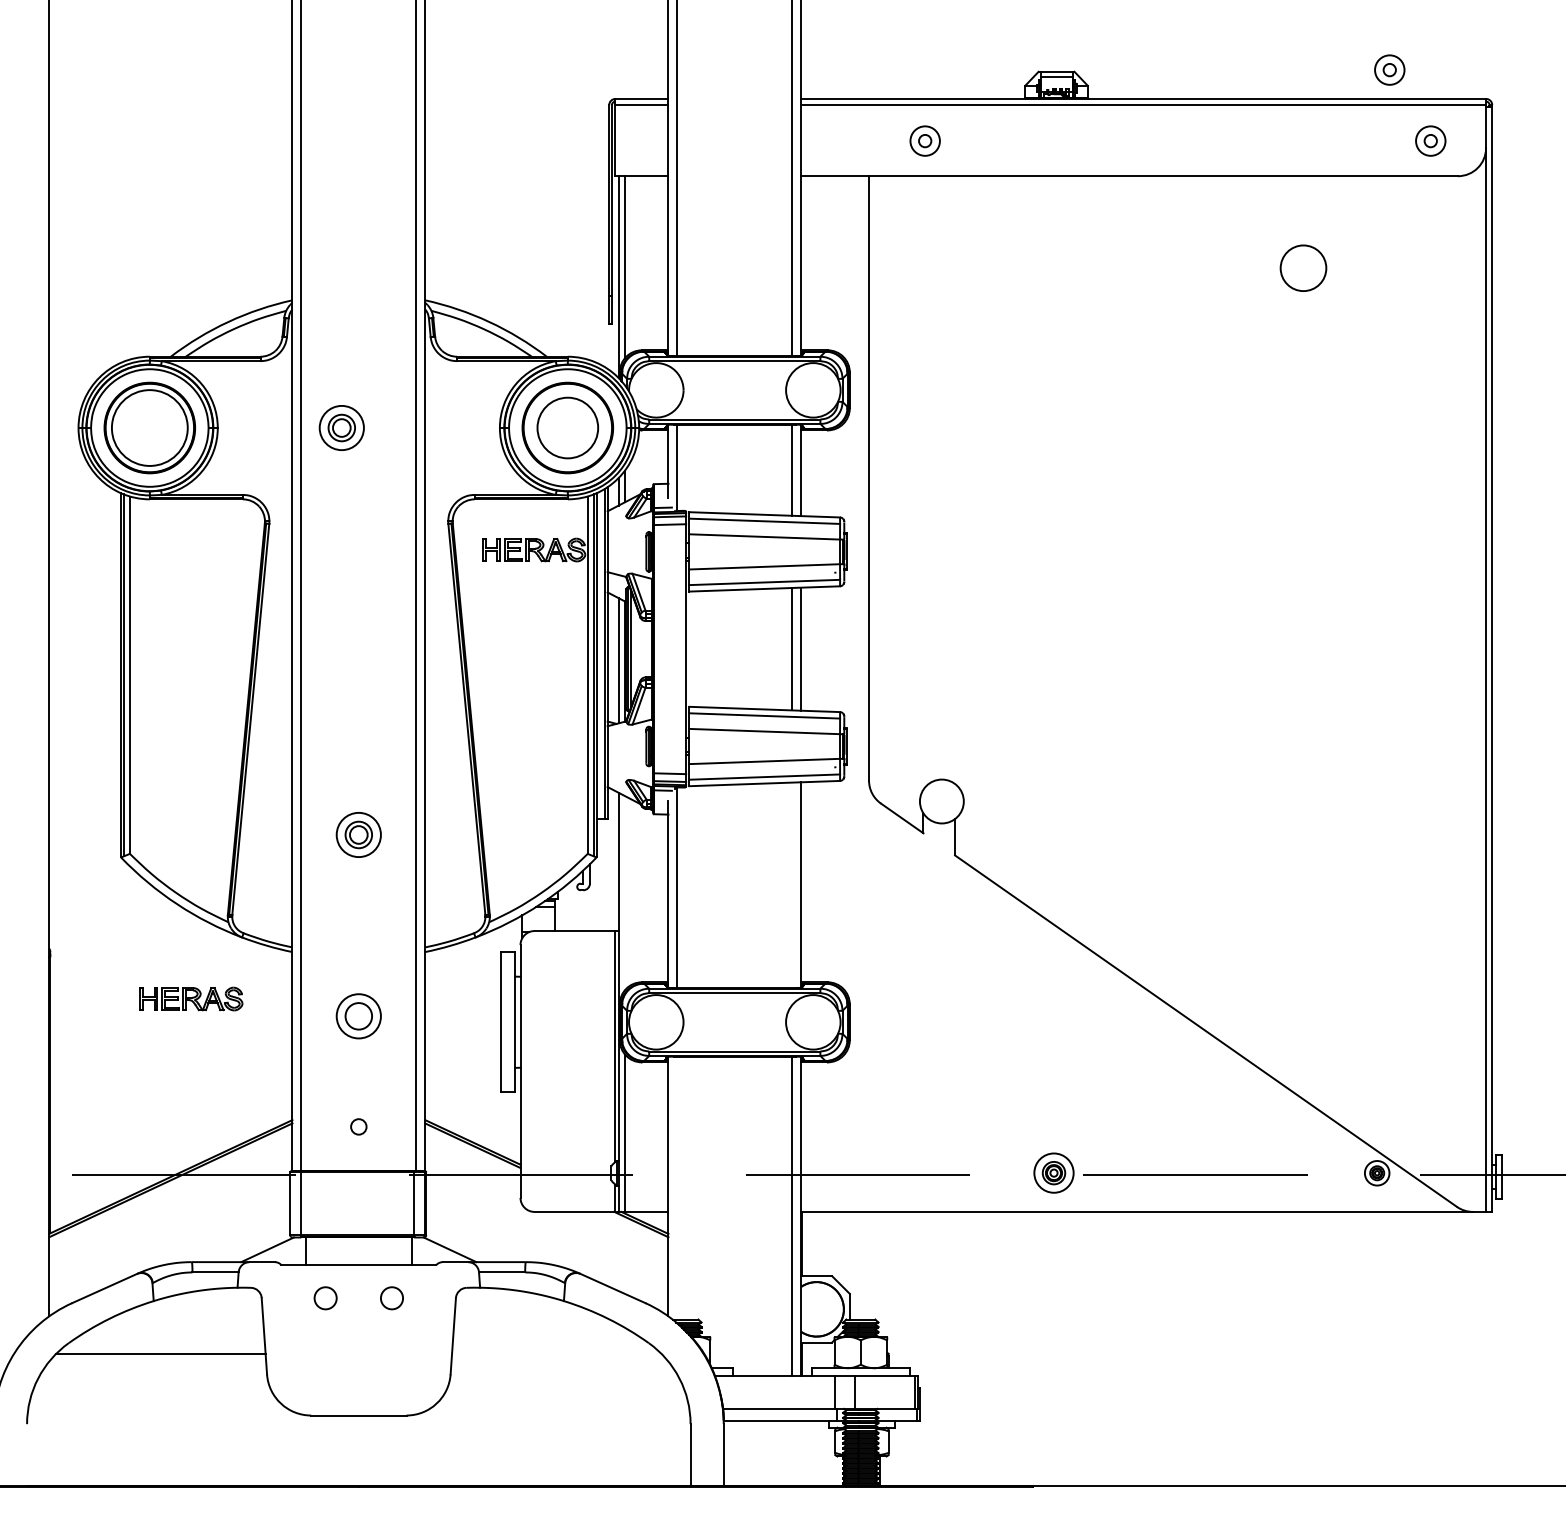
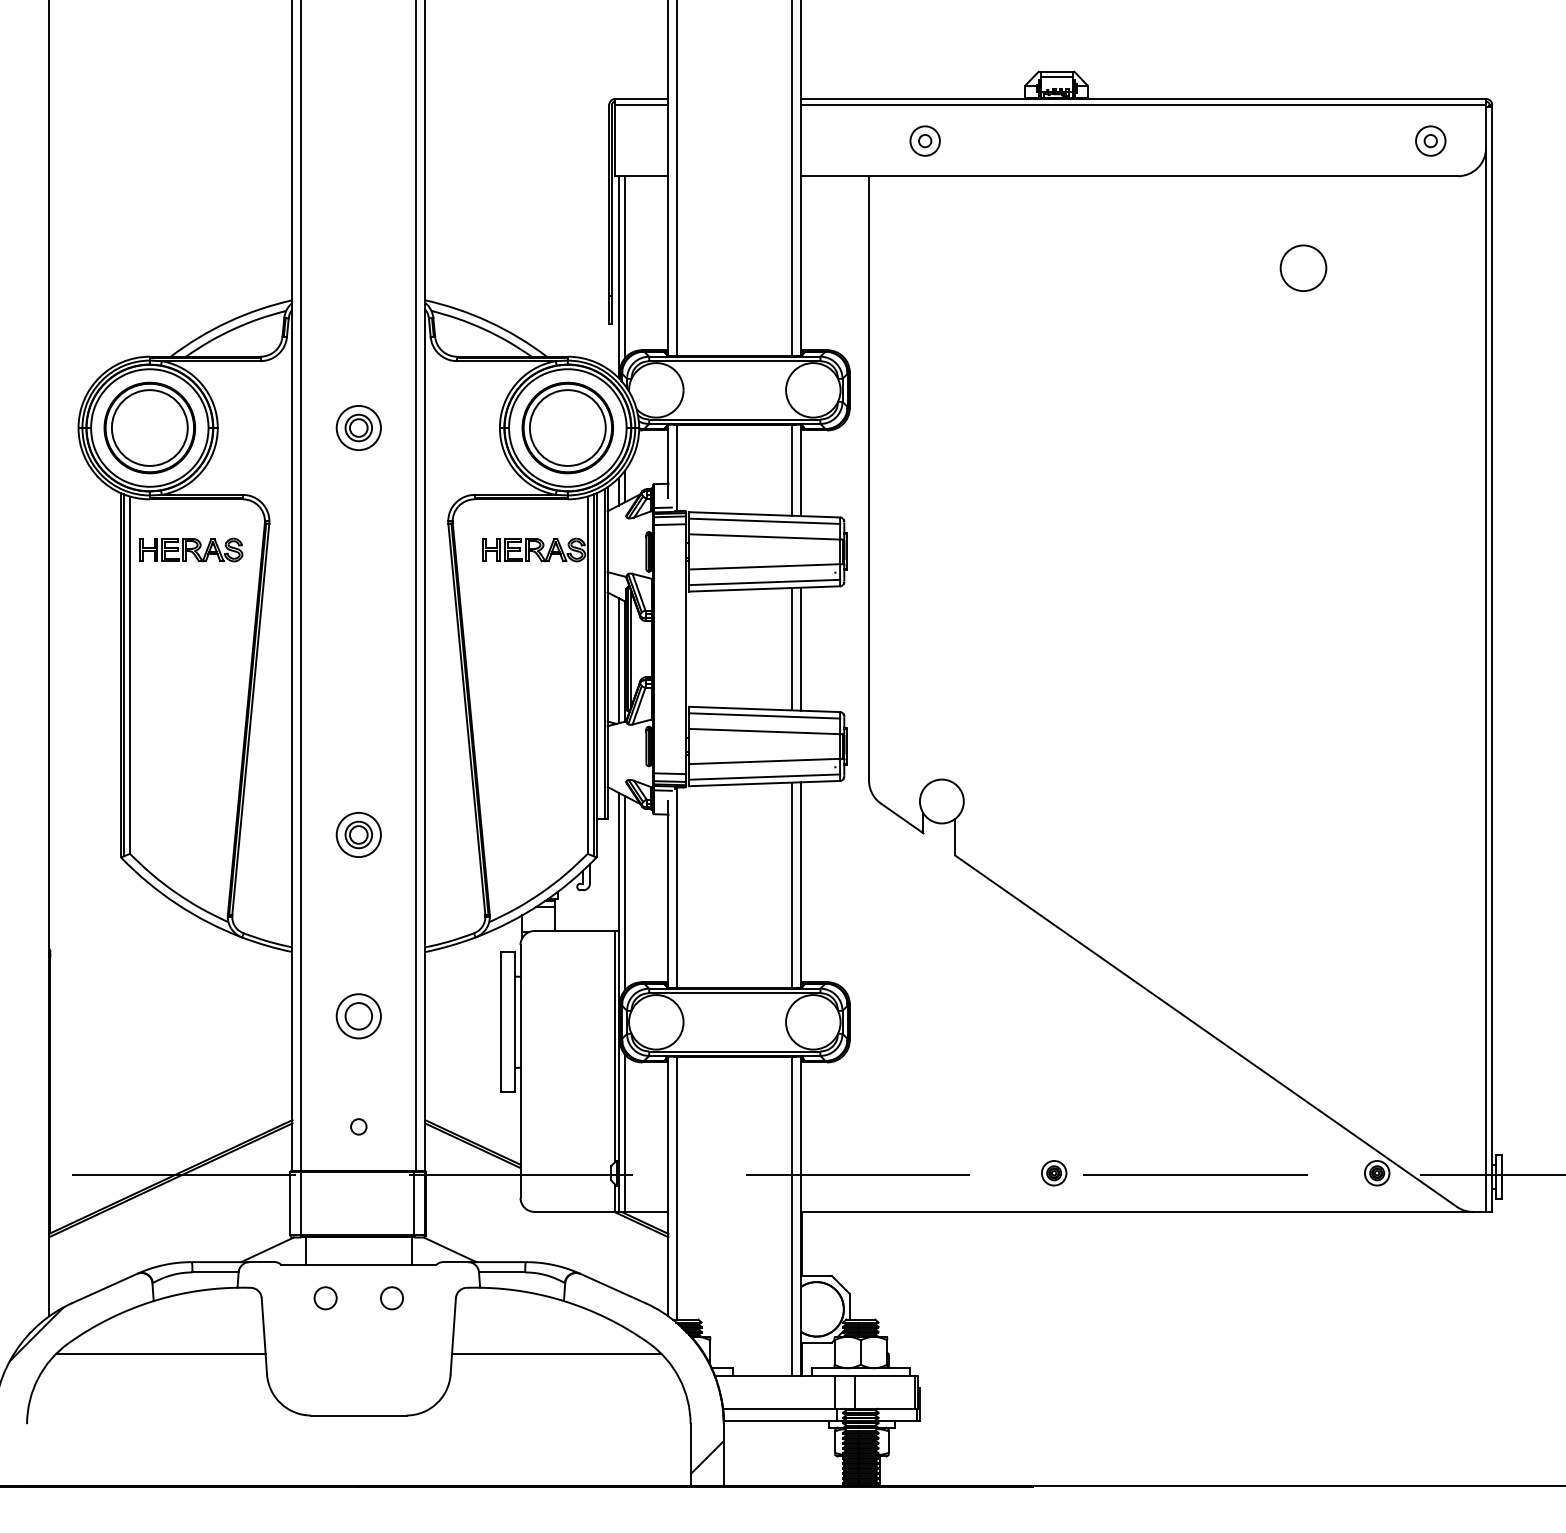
part at (1389, 69): present -> none
part at (341, 427) position: (341, 427) -> (358, 427)
circle at (567, 427) diameter: 61 px -> 76 px
line at (792, 884): none -> present
line at (625, 893): none -> present
part at (191, 998) position: (191, 998) -> (191, 549)
part at (1053, 1172) size: 42x42 px -> 27x27 px
line at (677, 1187): none -> present
hatch at (36, 1334): none -> present
line at (556, 1353): none -> present
hatch at (706, 1457): none -> present
